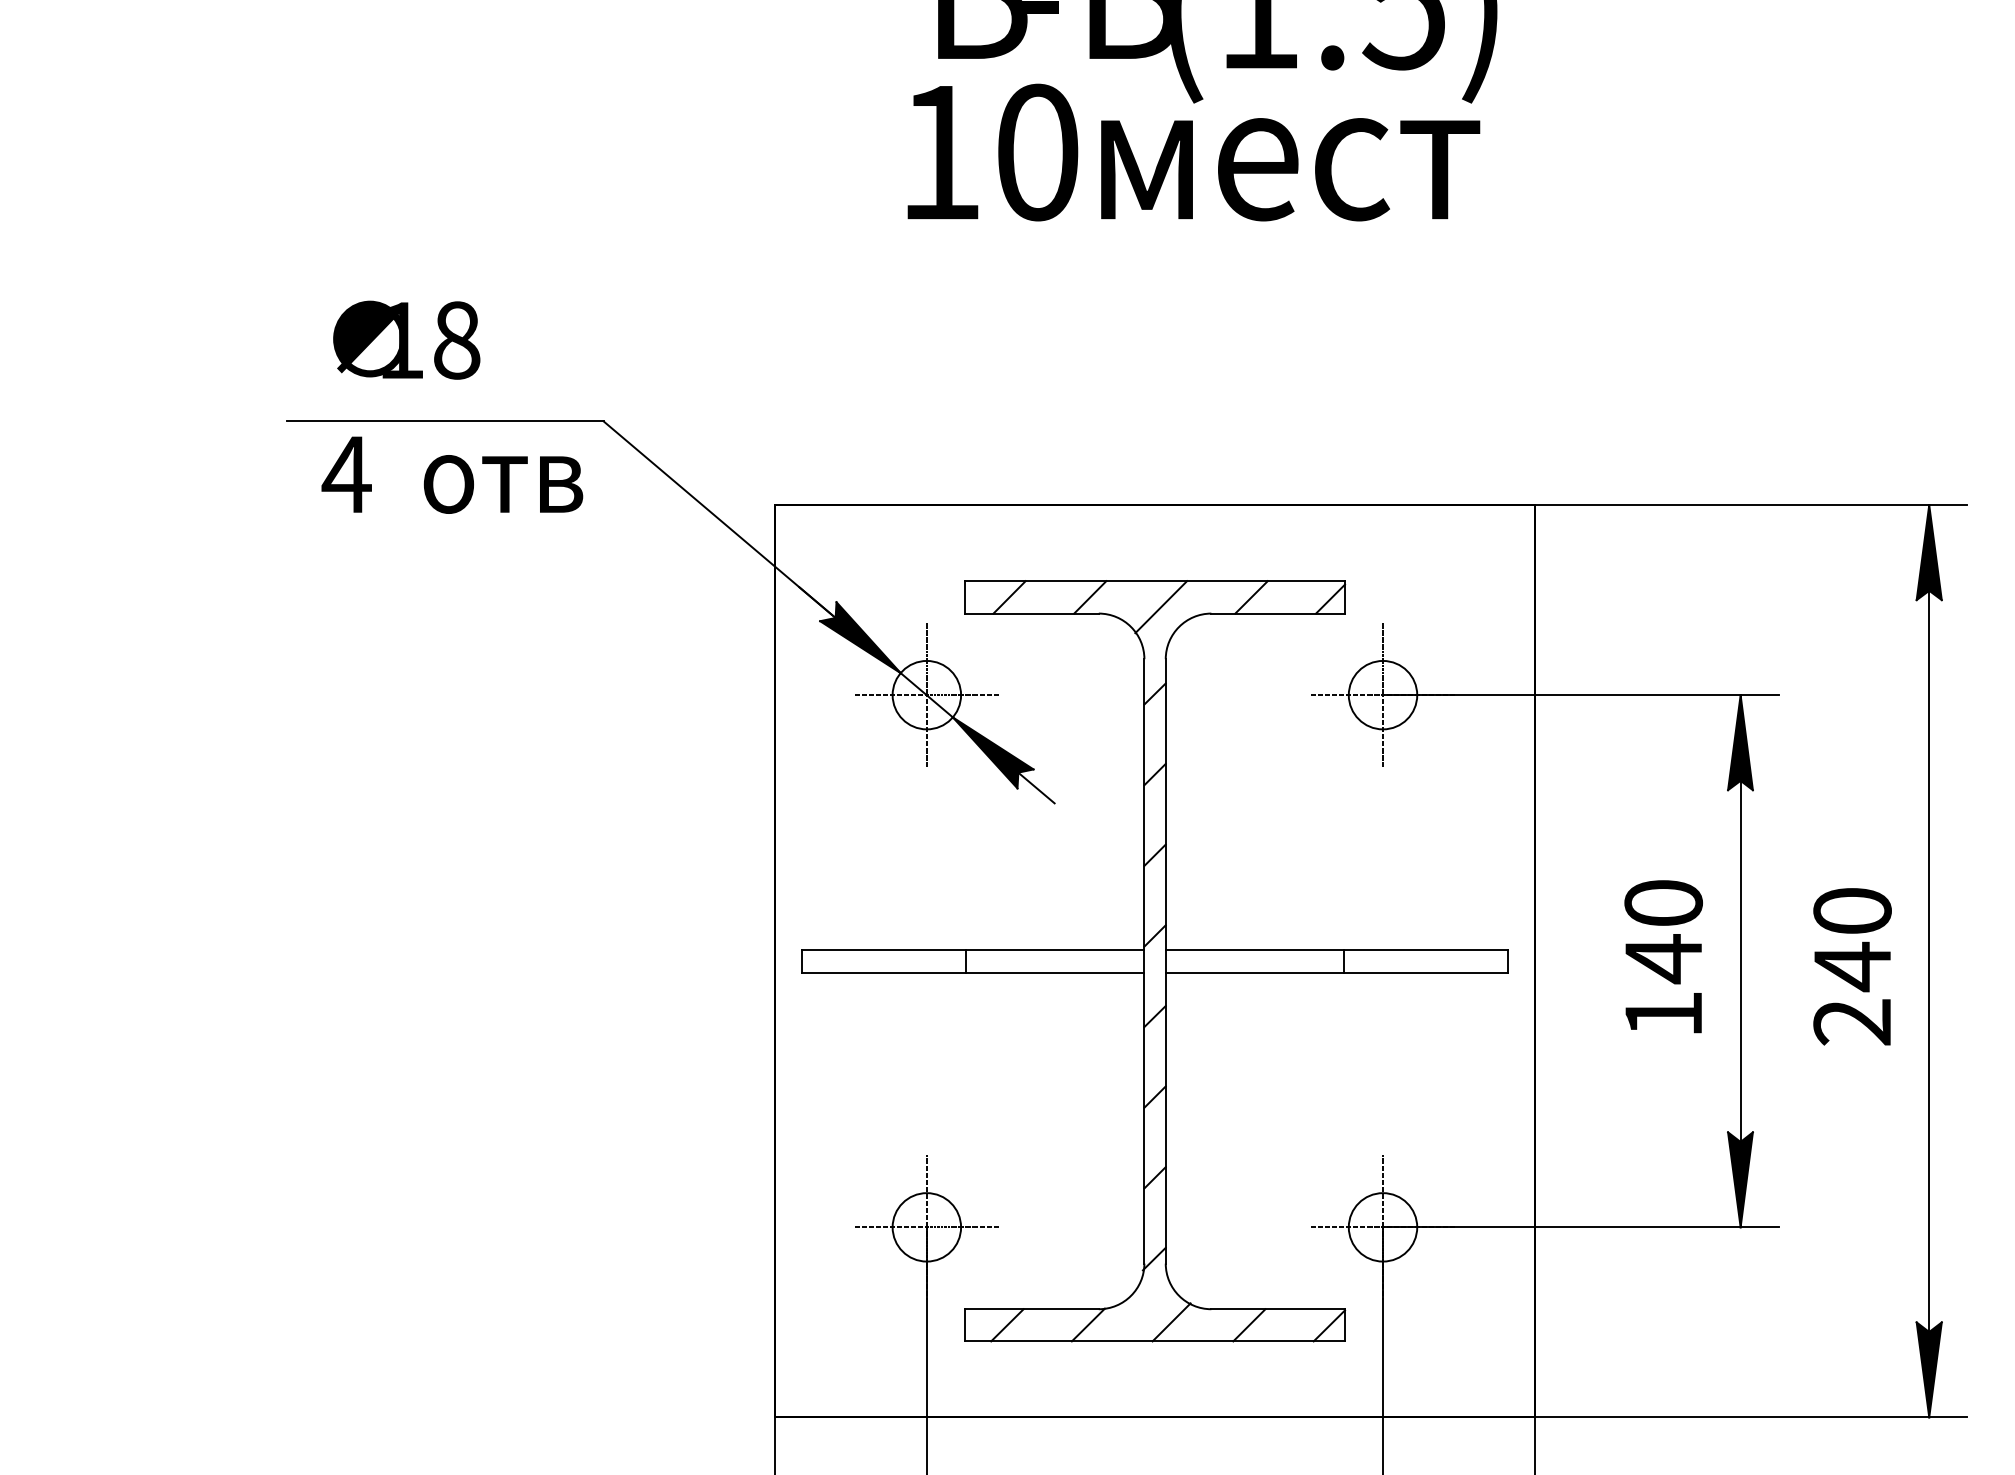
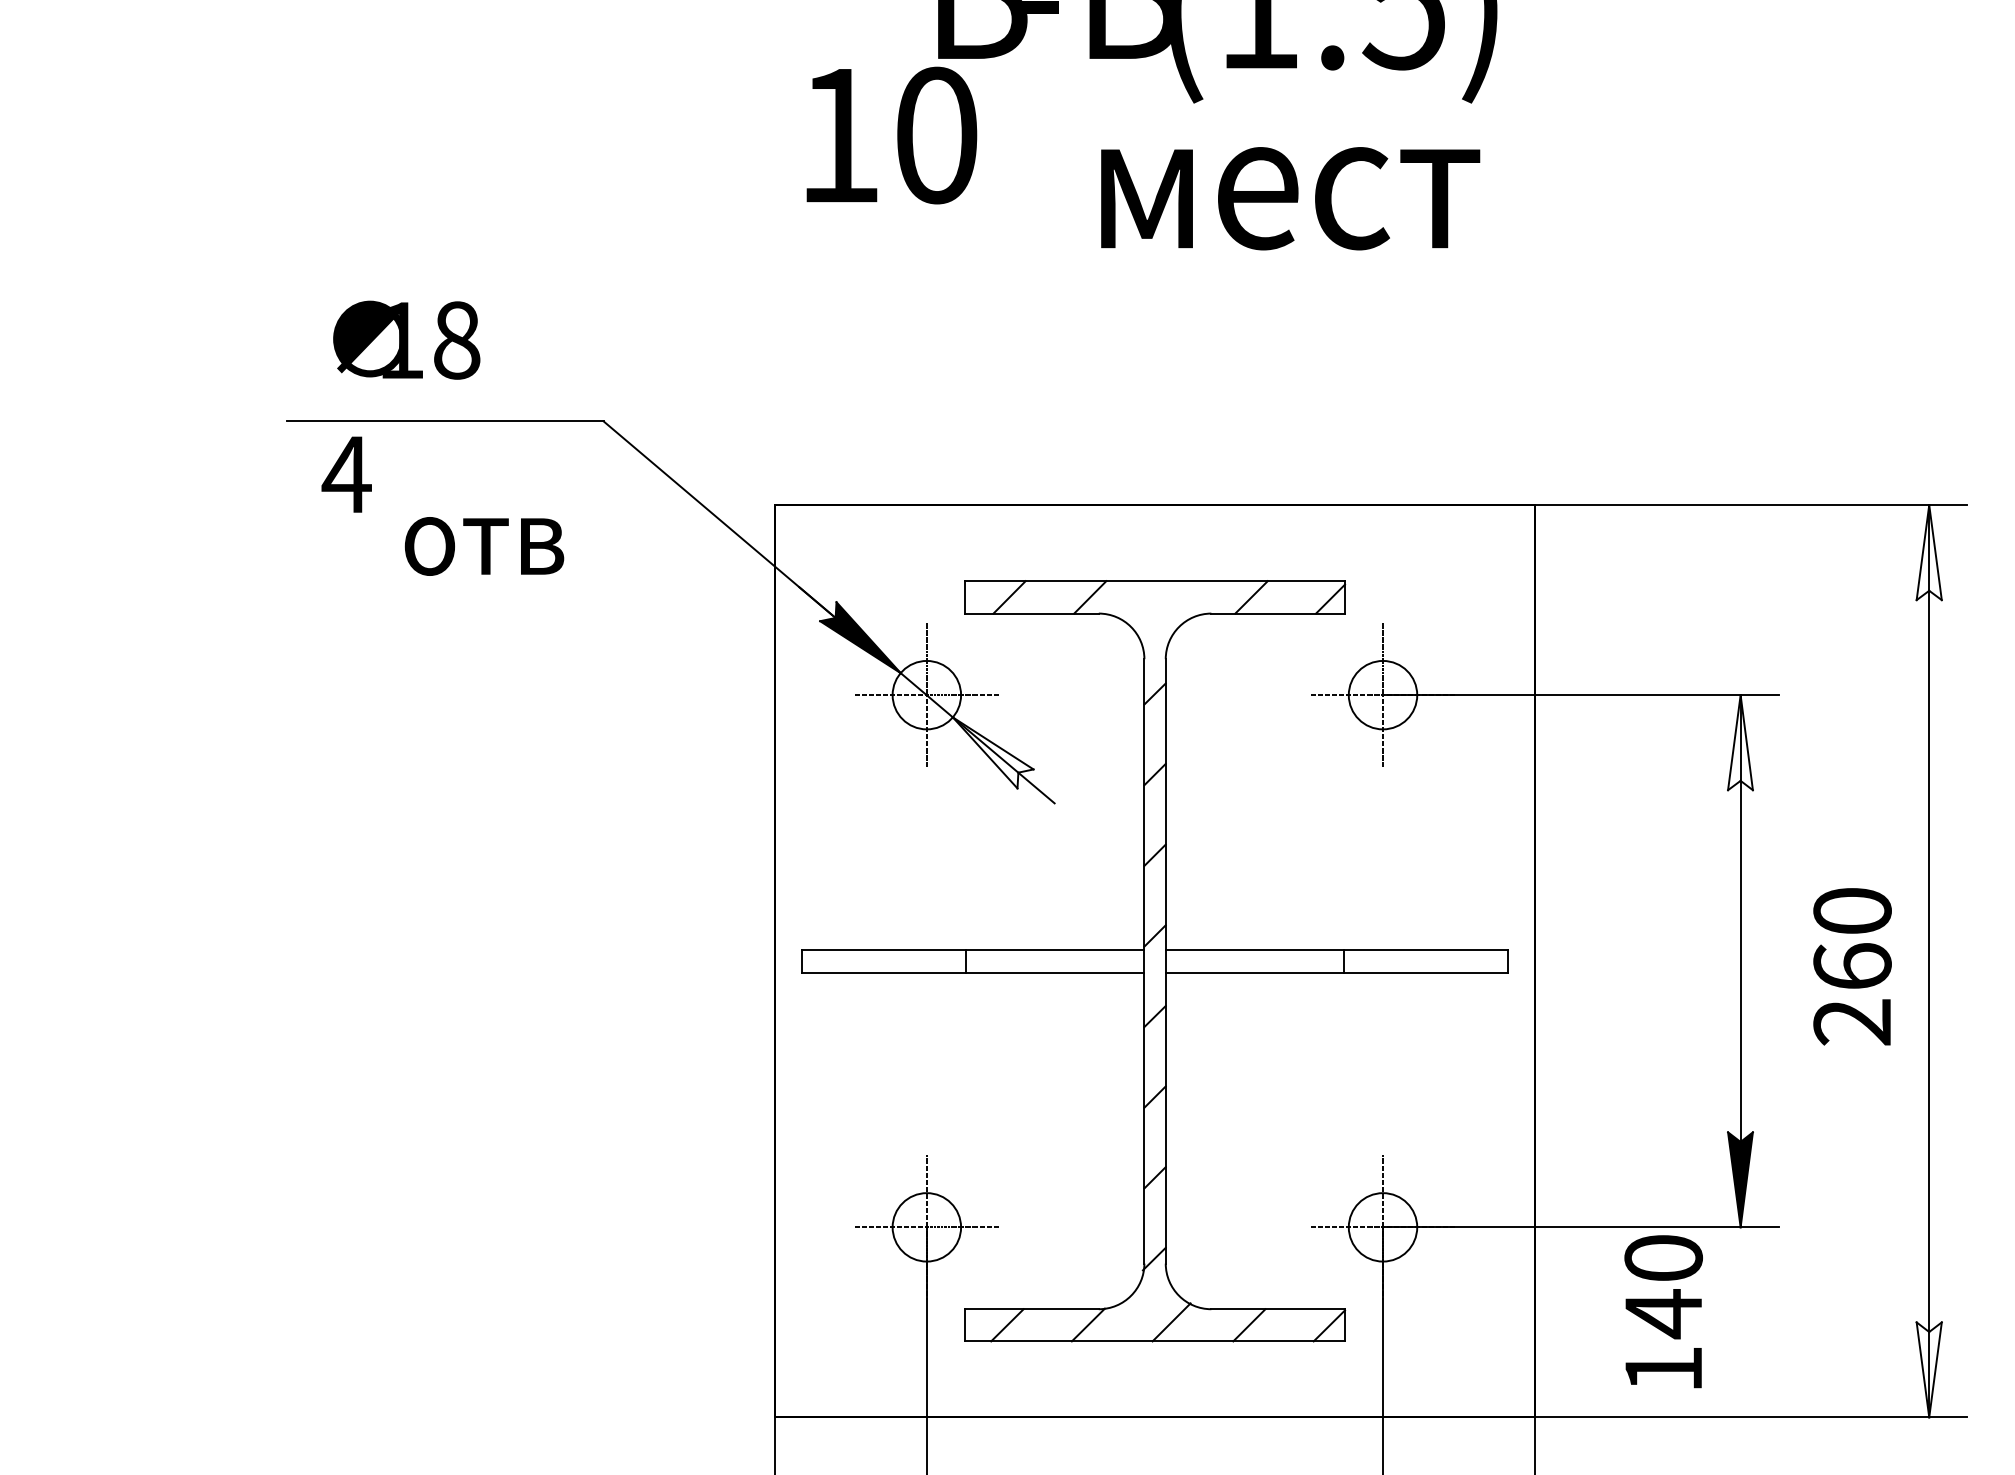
text at (992, 152) position: (992, 152) -> (891, 135)
text at (1290, 169) position: (1290, 169) -> (1290, 198)
text at (503, 484) position: (503, 484) -> (484, 546)
fill at (1928, 552): present -> none
line at (1161, 607): present -> none
fill at (1740, 742): present -> none
fill at (992, 752): present -> none
text at (1663, 956) position: (1663, 956) -> (1663, 1311)
text at (1852, 966): 240 -> 260
fill at (1928, 1369): present -> none
